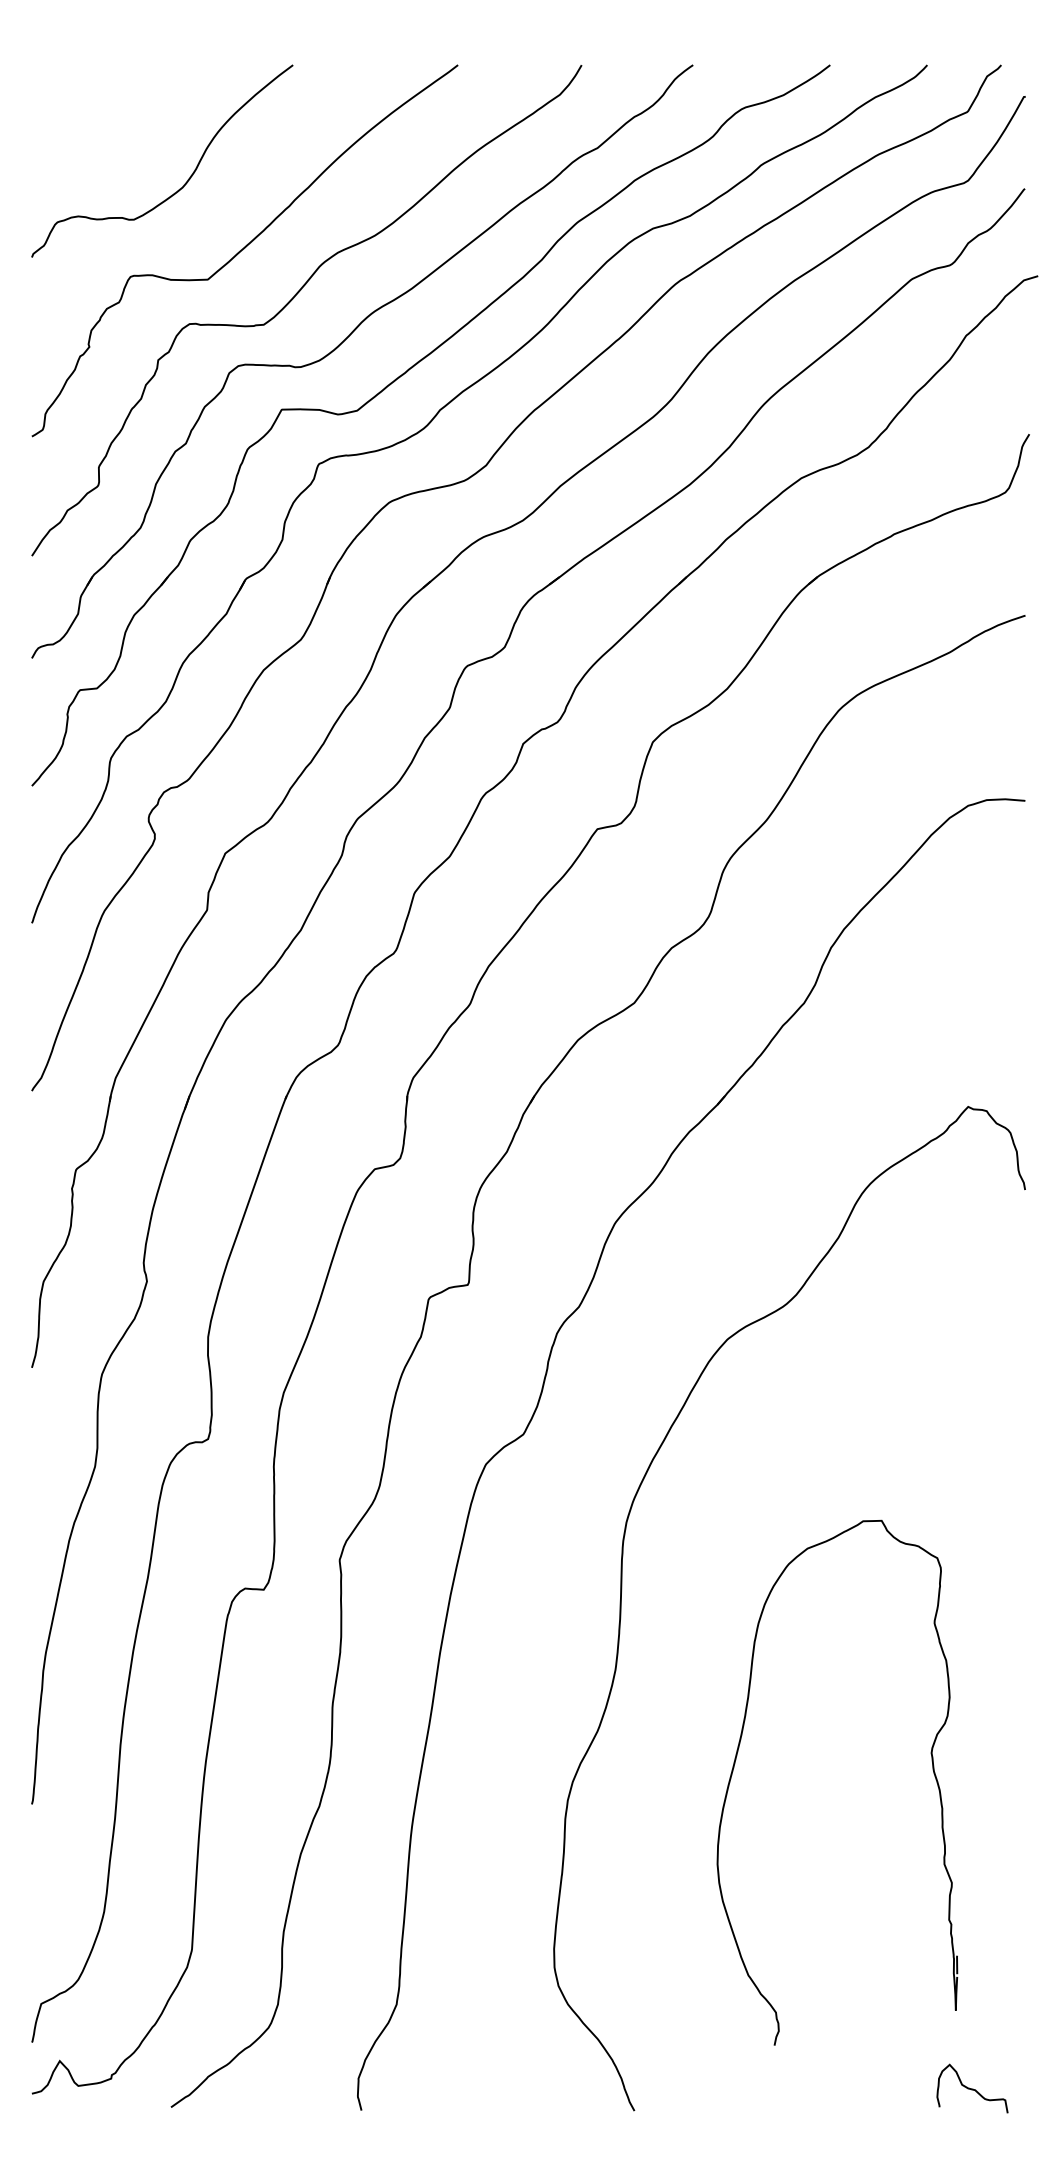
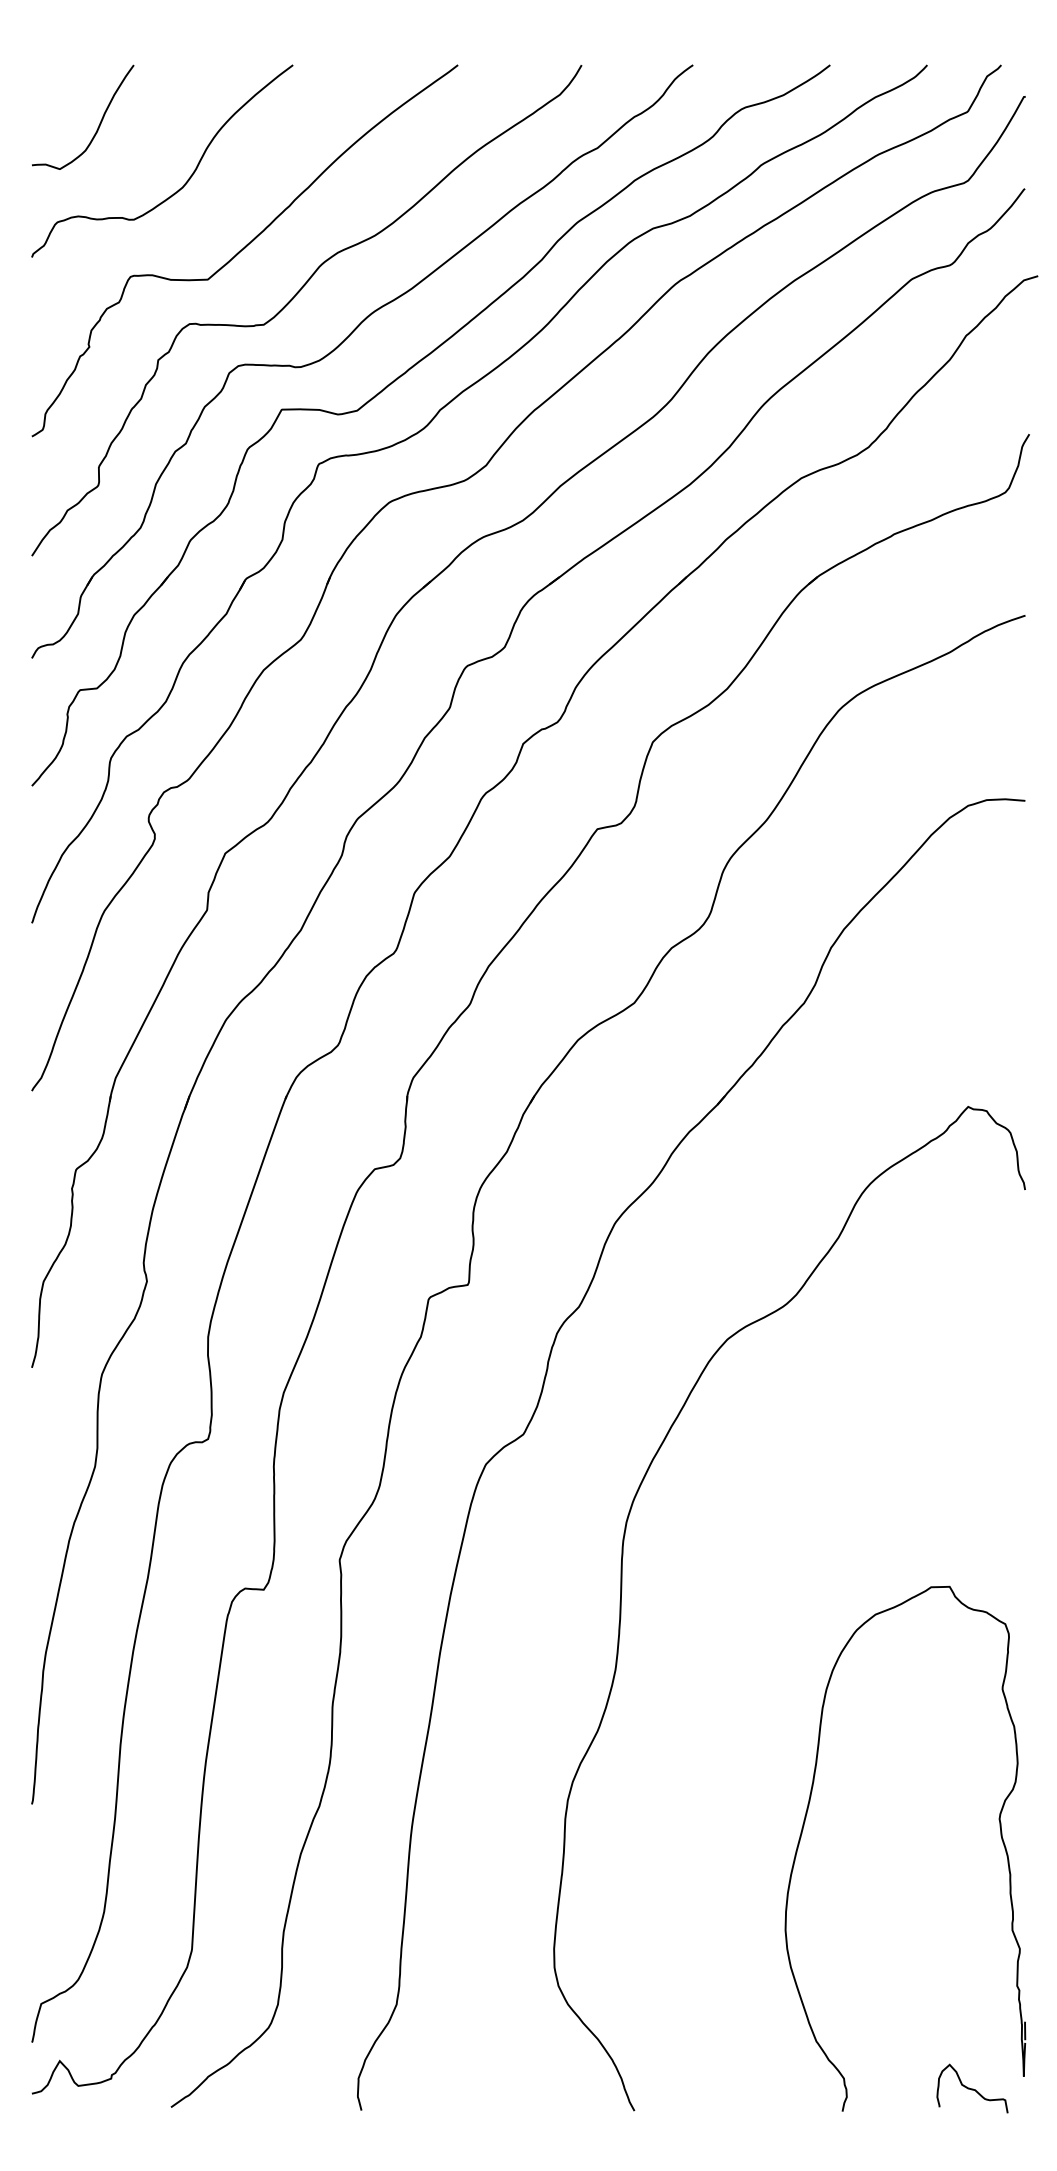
curve at (100, 120): none -> present
part at (932, 1770) position: (932, 1770) -> (1000, 1836)
